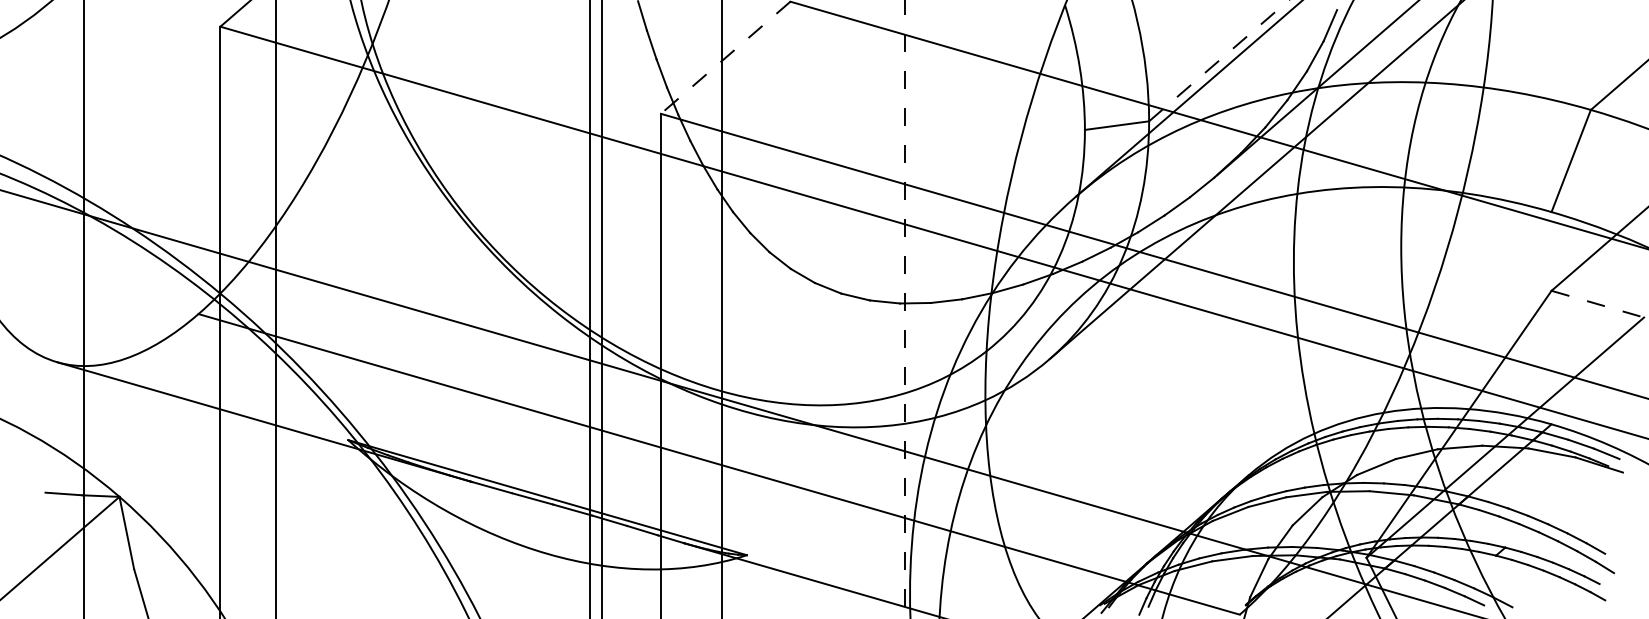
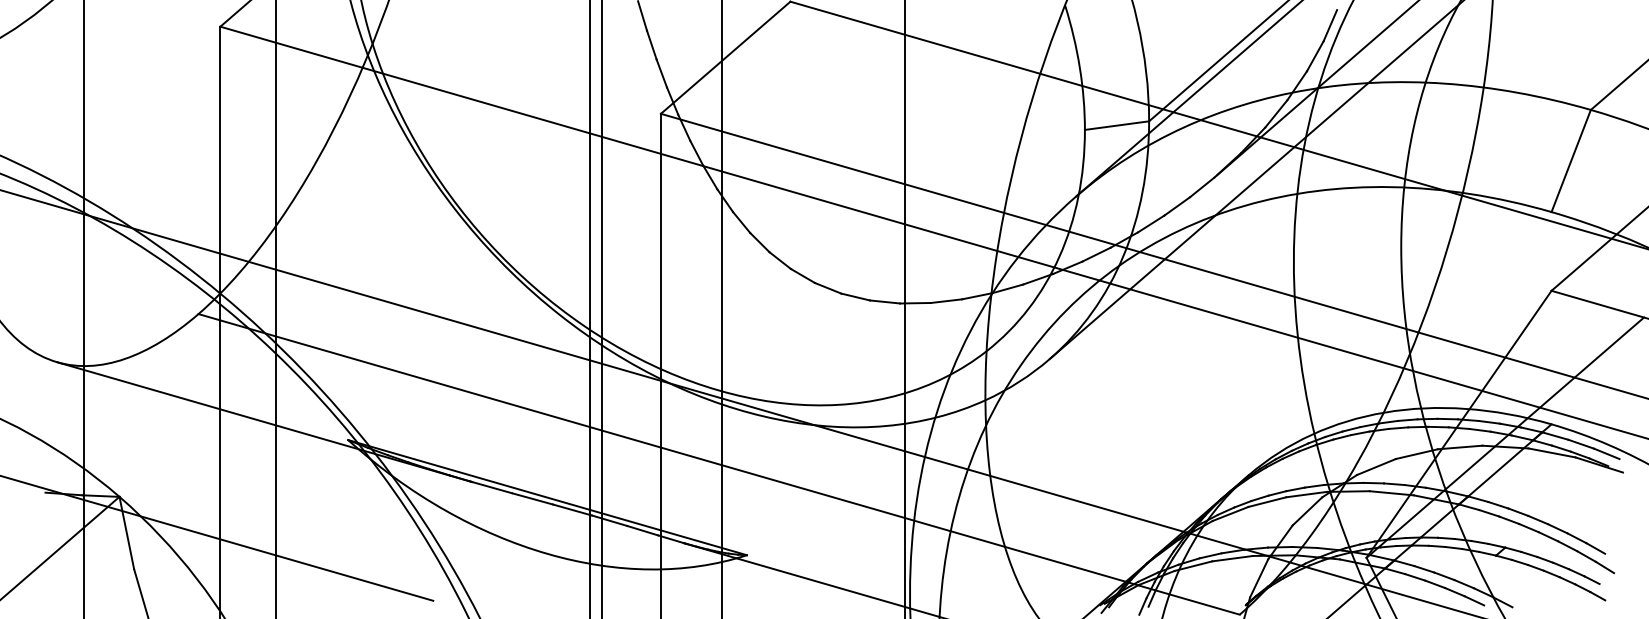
line at (725, 57): dashed -> solid
line at (1219, 60): dashed -> solid
line at (1600, 304): dashed -> solid
line at (905, 310): dashed -> solid
line at (217, 538): none -> present
